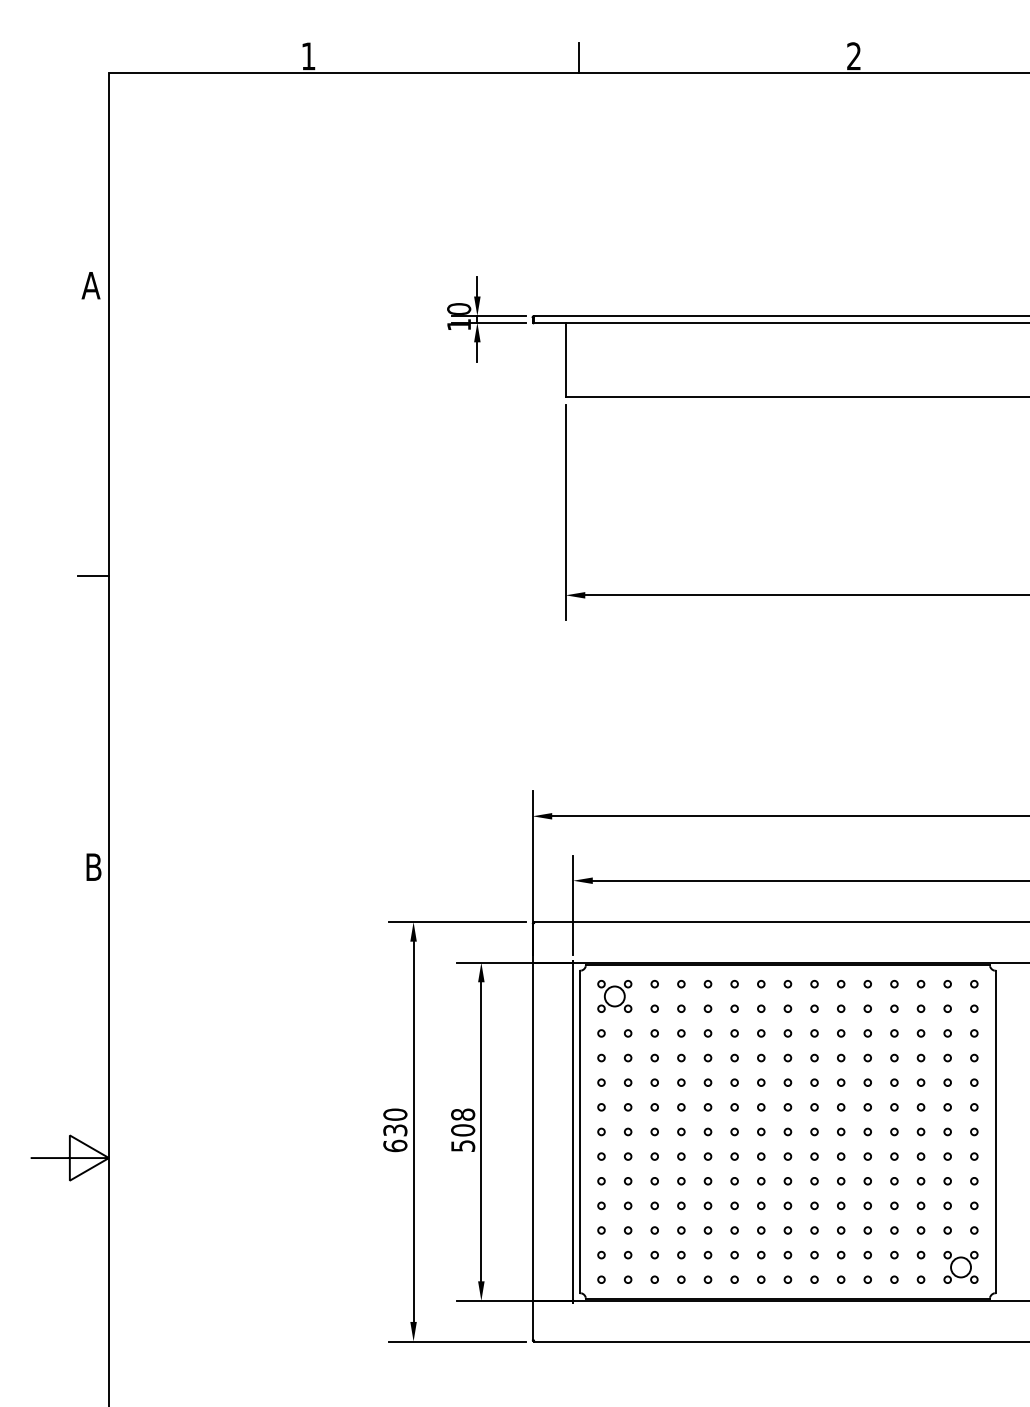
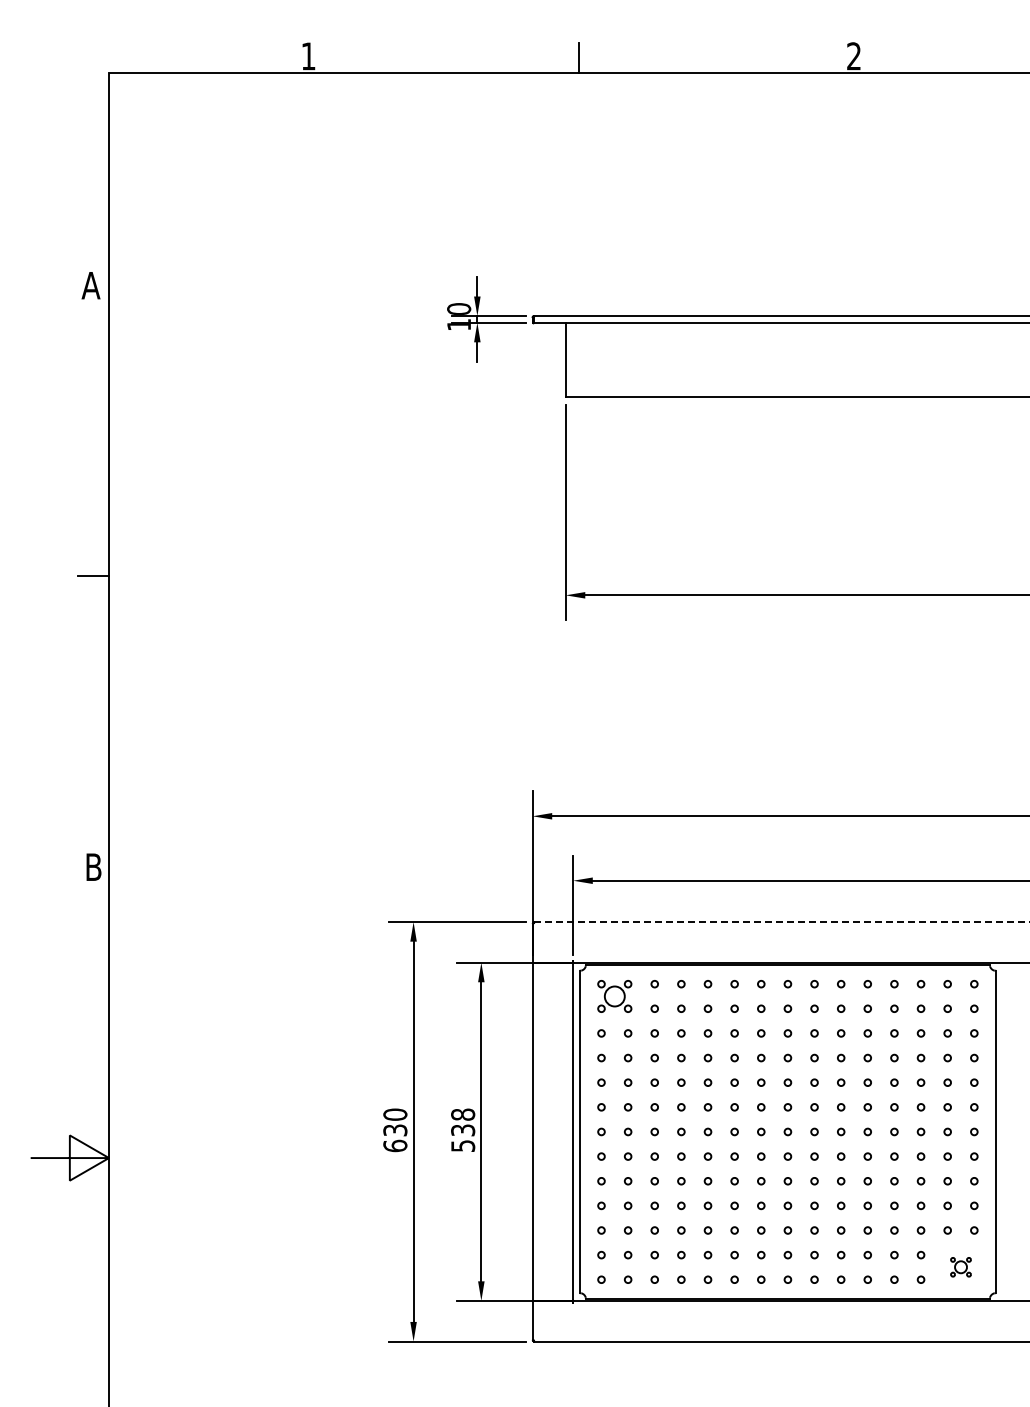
line at (781, 922): solid -> dashed
text at (463, 1130): 508 -> 538
part at (960, 1266) size: 36x34 px -> 22x21 px
